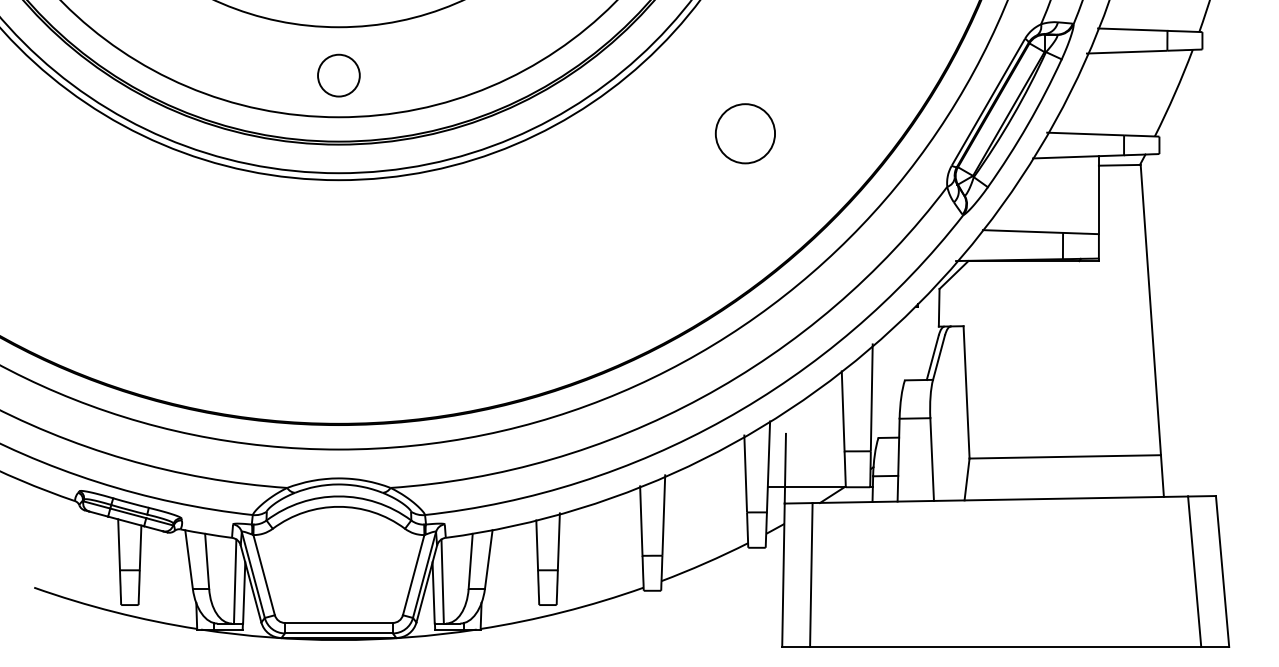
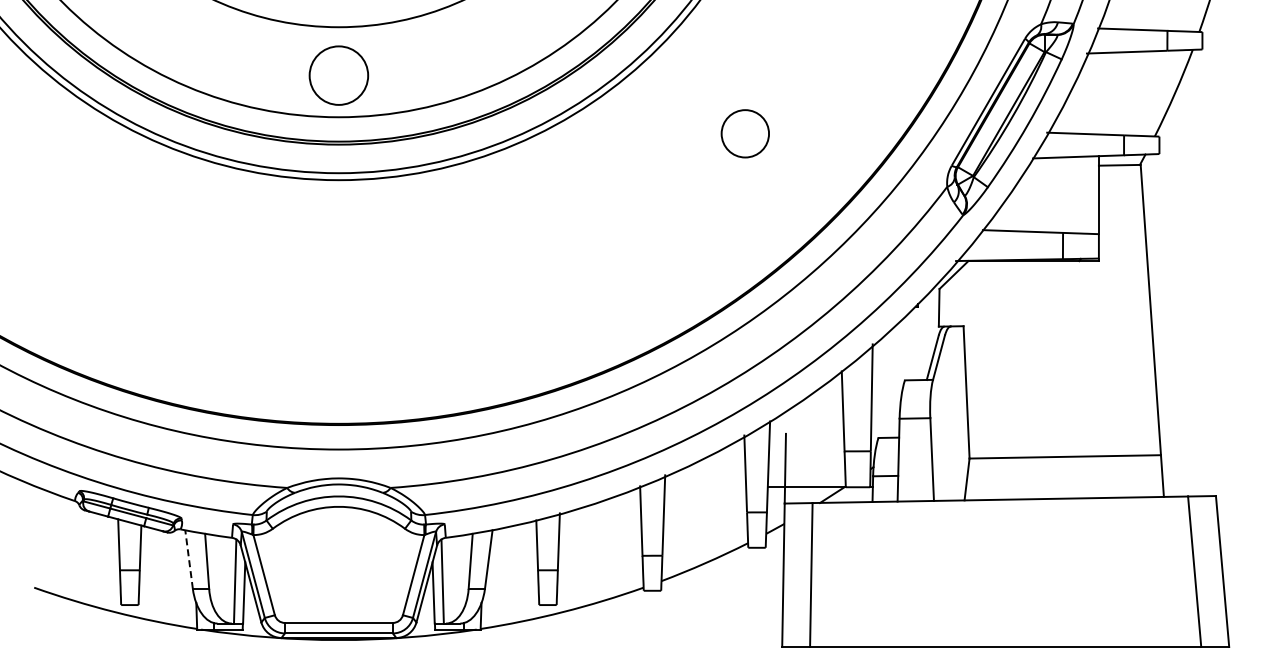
circle at (338, 75) diameter: 42 px -> 59 px
circle at (744, 133) size: 62x62 px -> 50x50 px
line at (189, 559): solid -> dashed
